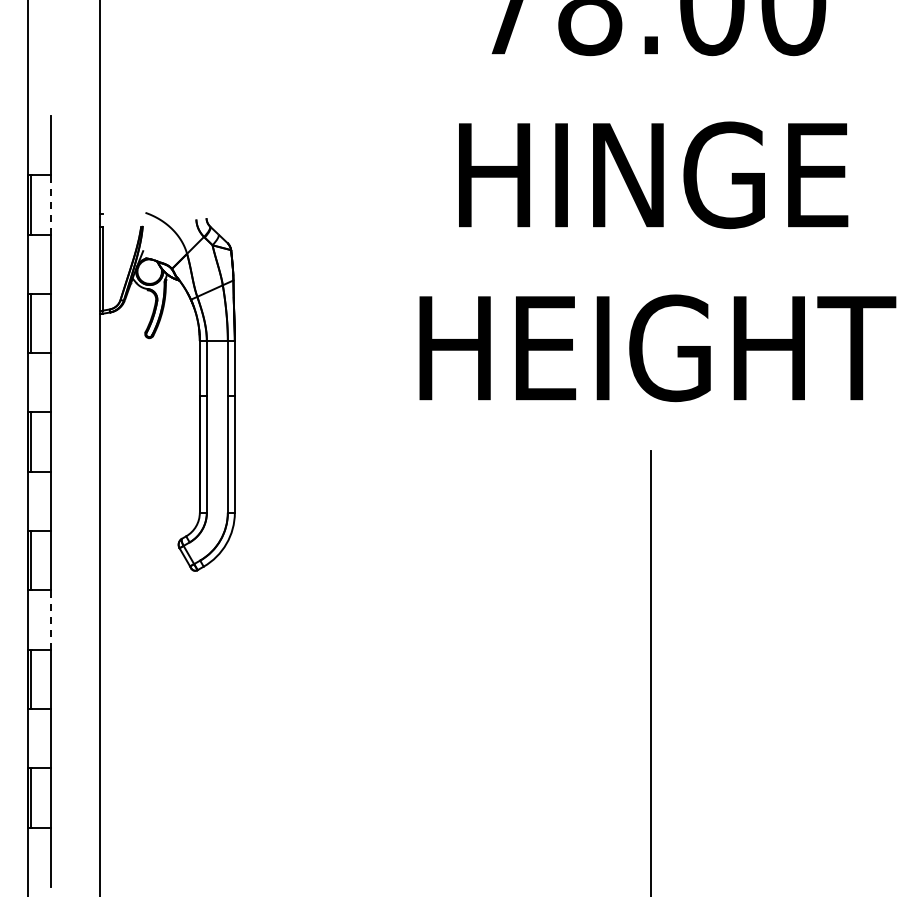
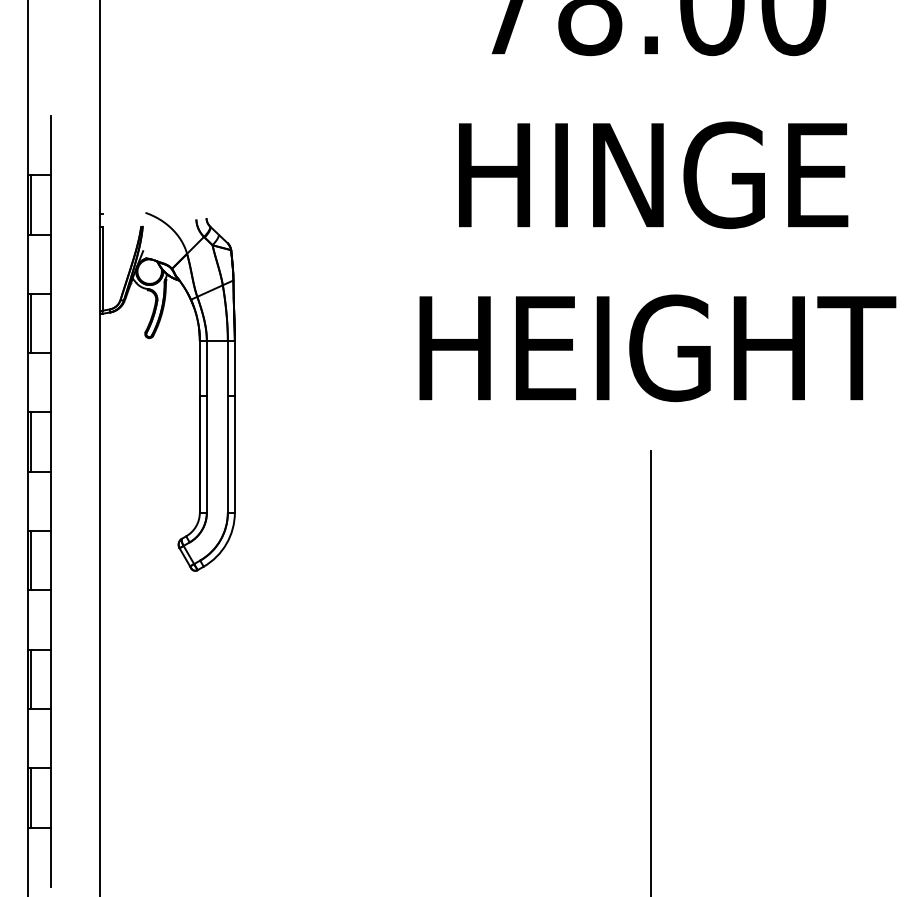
line at (50, 204): dashed -> solid
line at (50, 620): dashed -> solid
